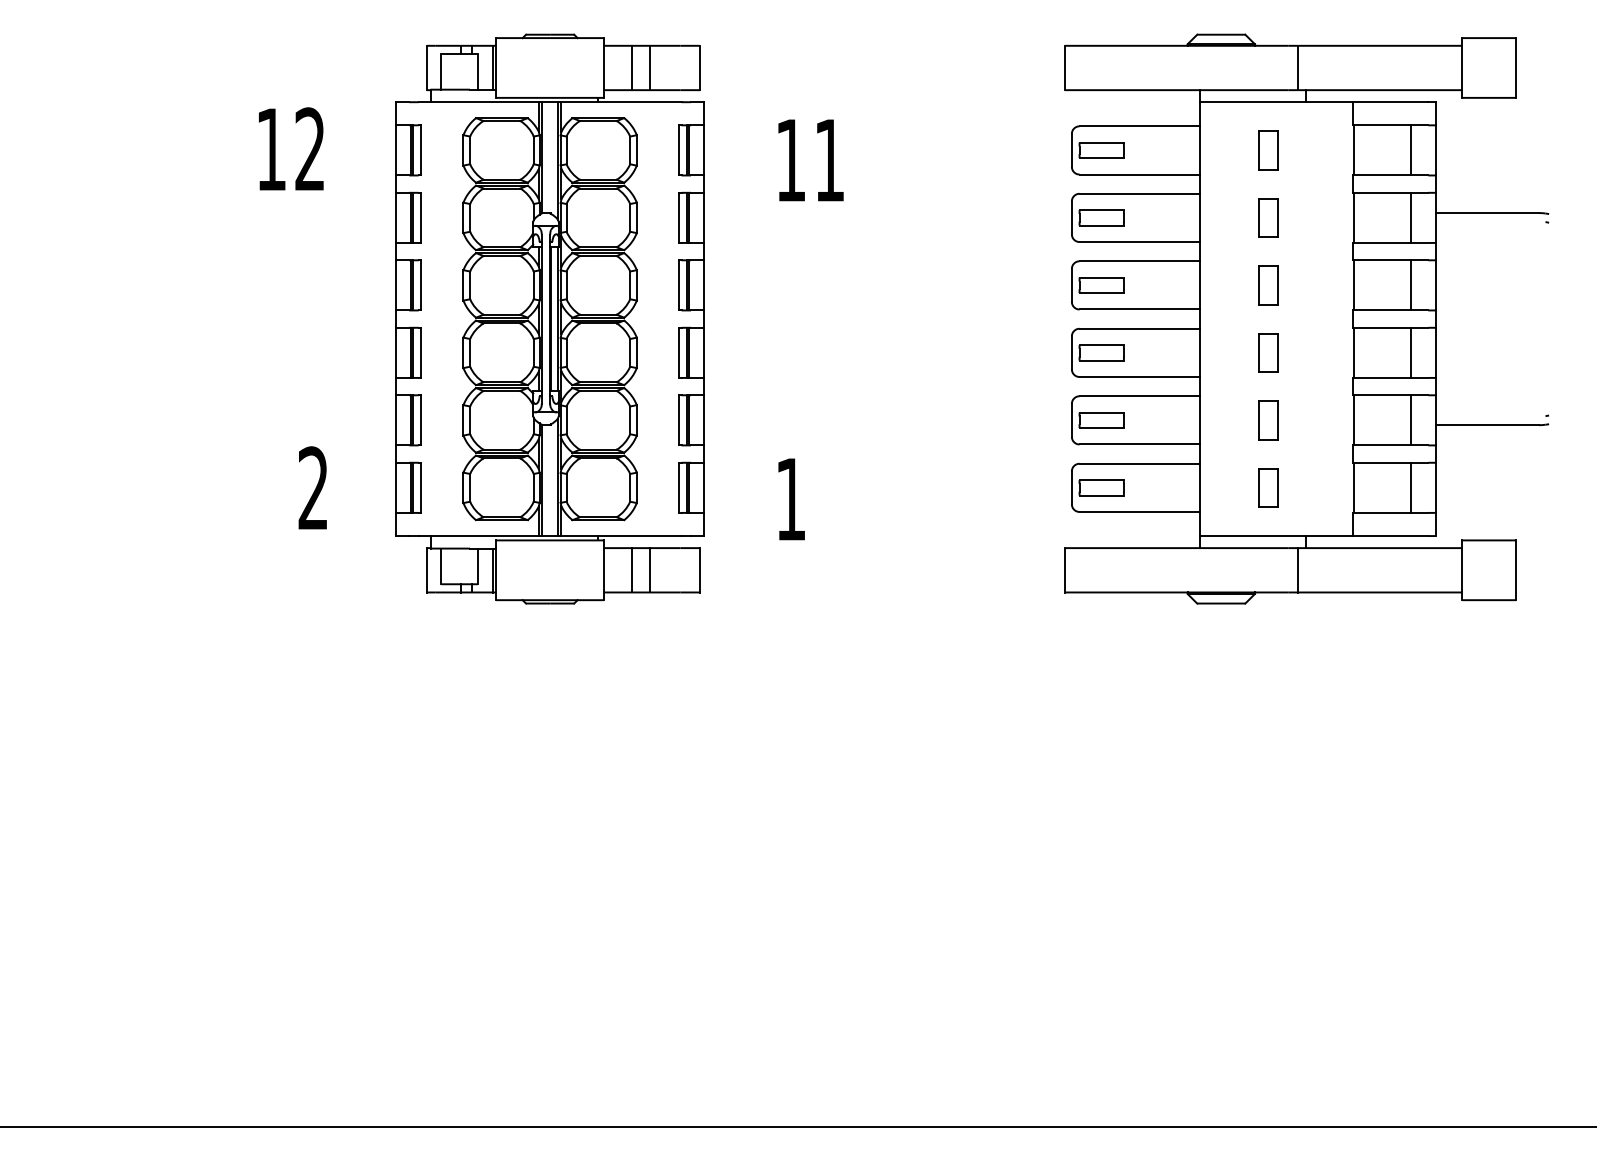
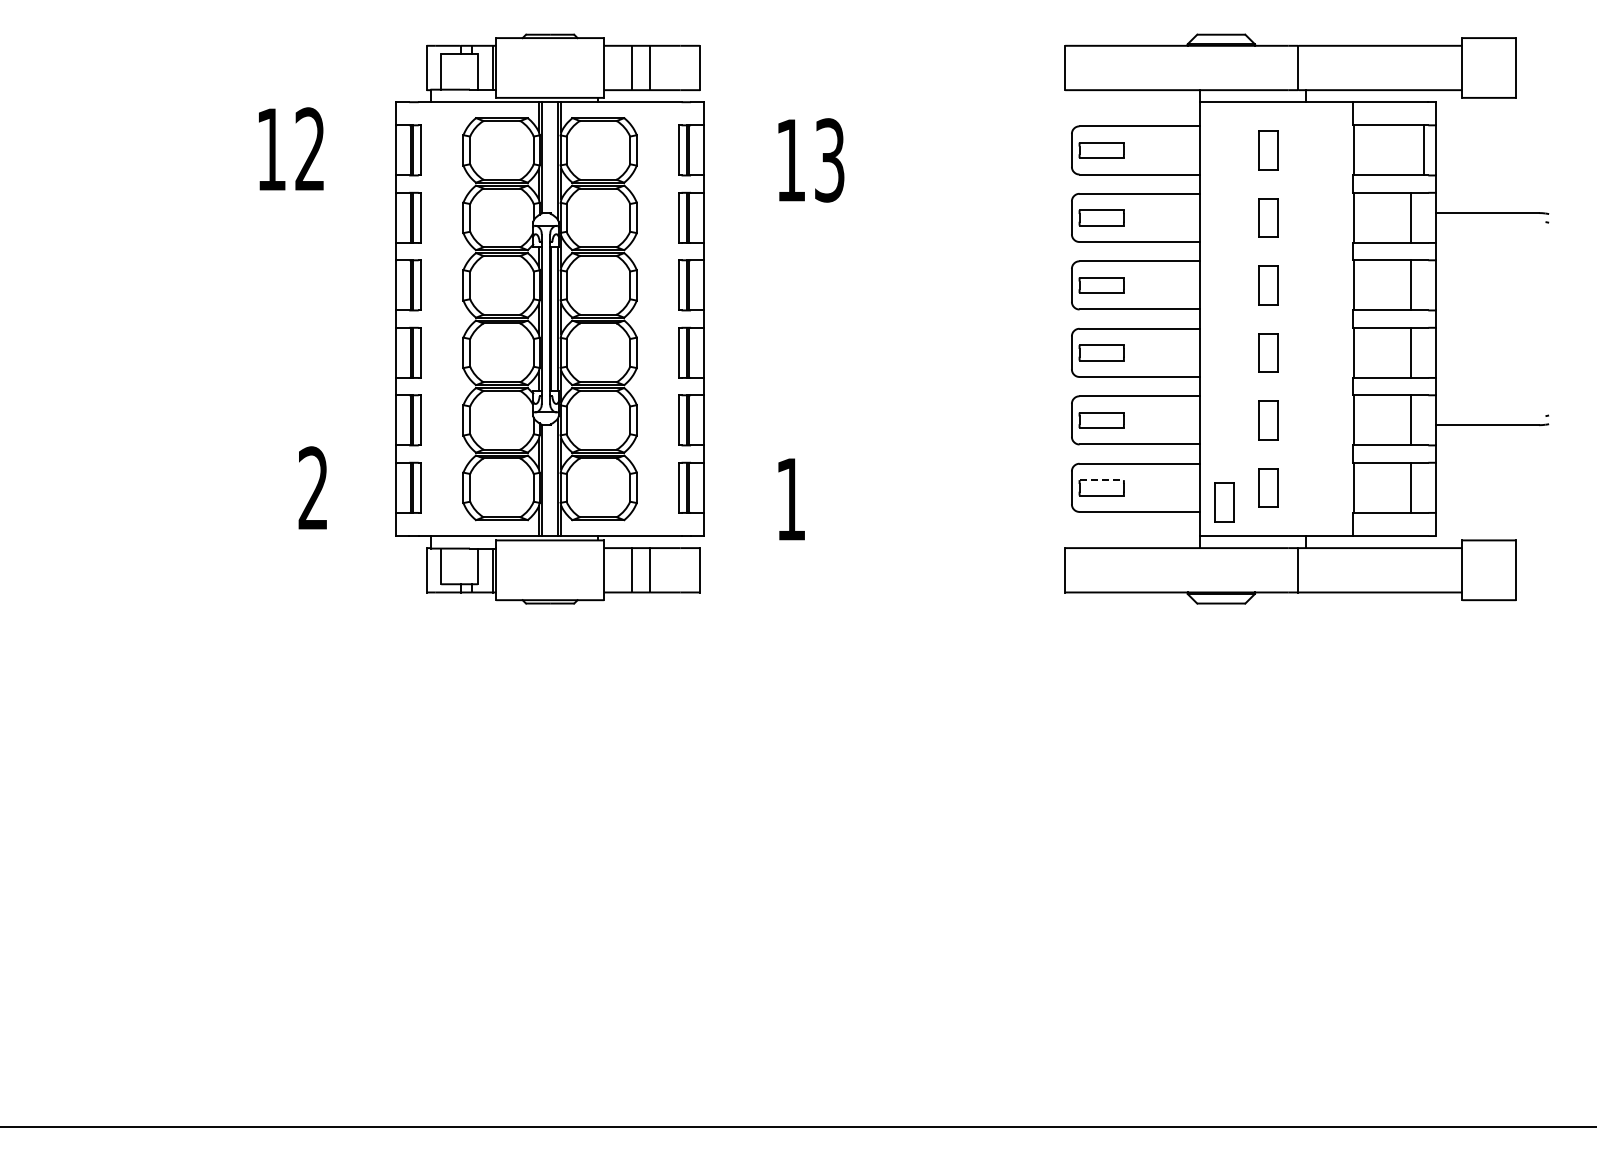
line at (1411, 150) position: (1411, 150) -> (1424, 150)
text at (829, 160): 11 -> 13
line at (1102, 480): solid -> dashed
part at (1224, 502): none -> present
